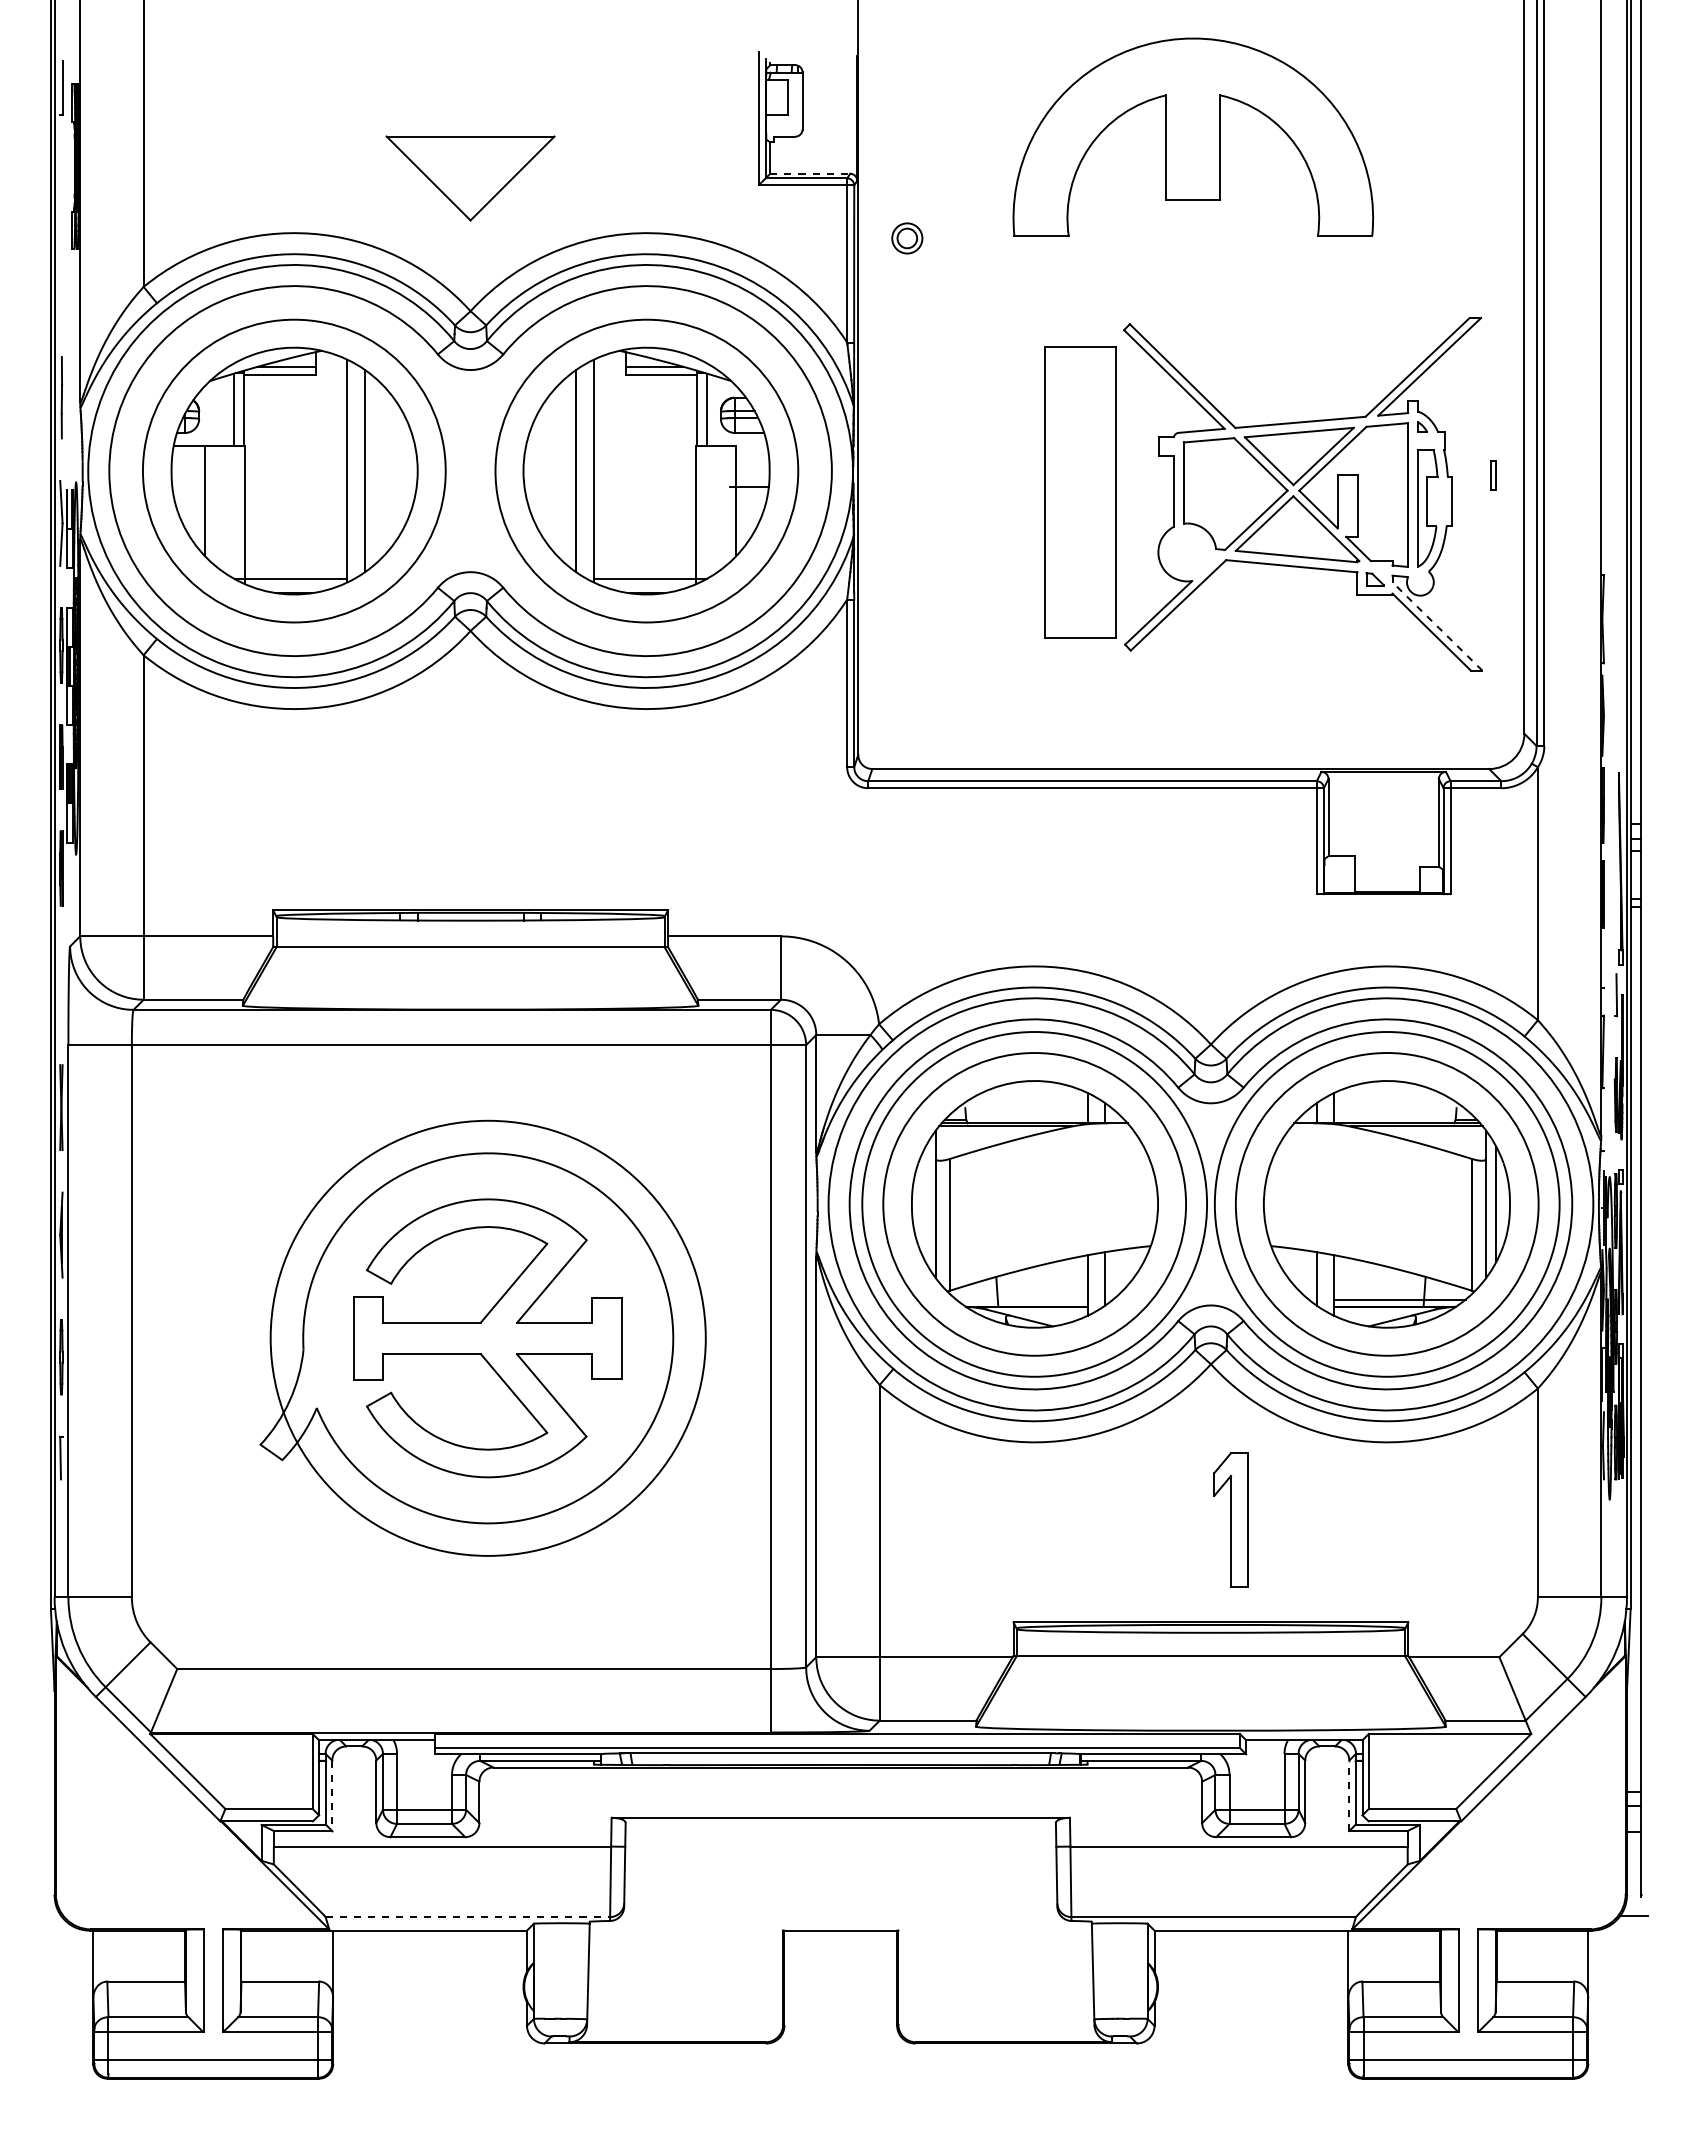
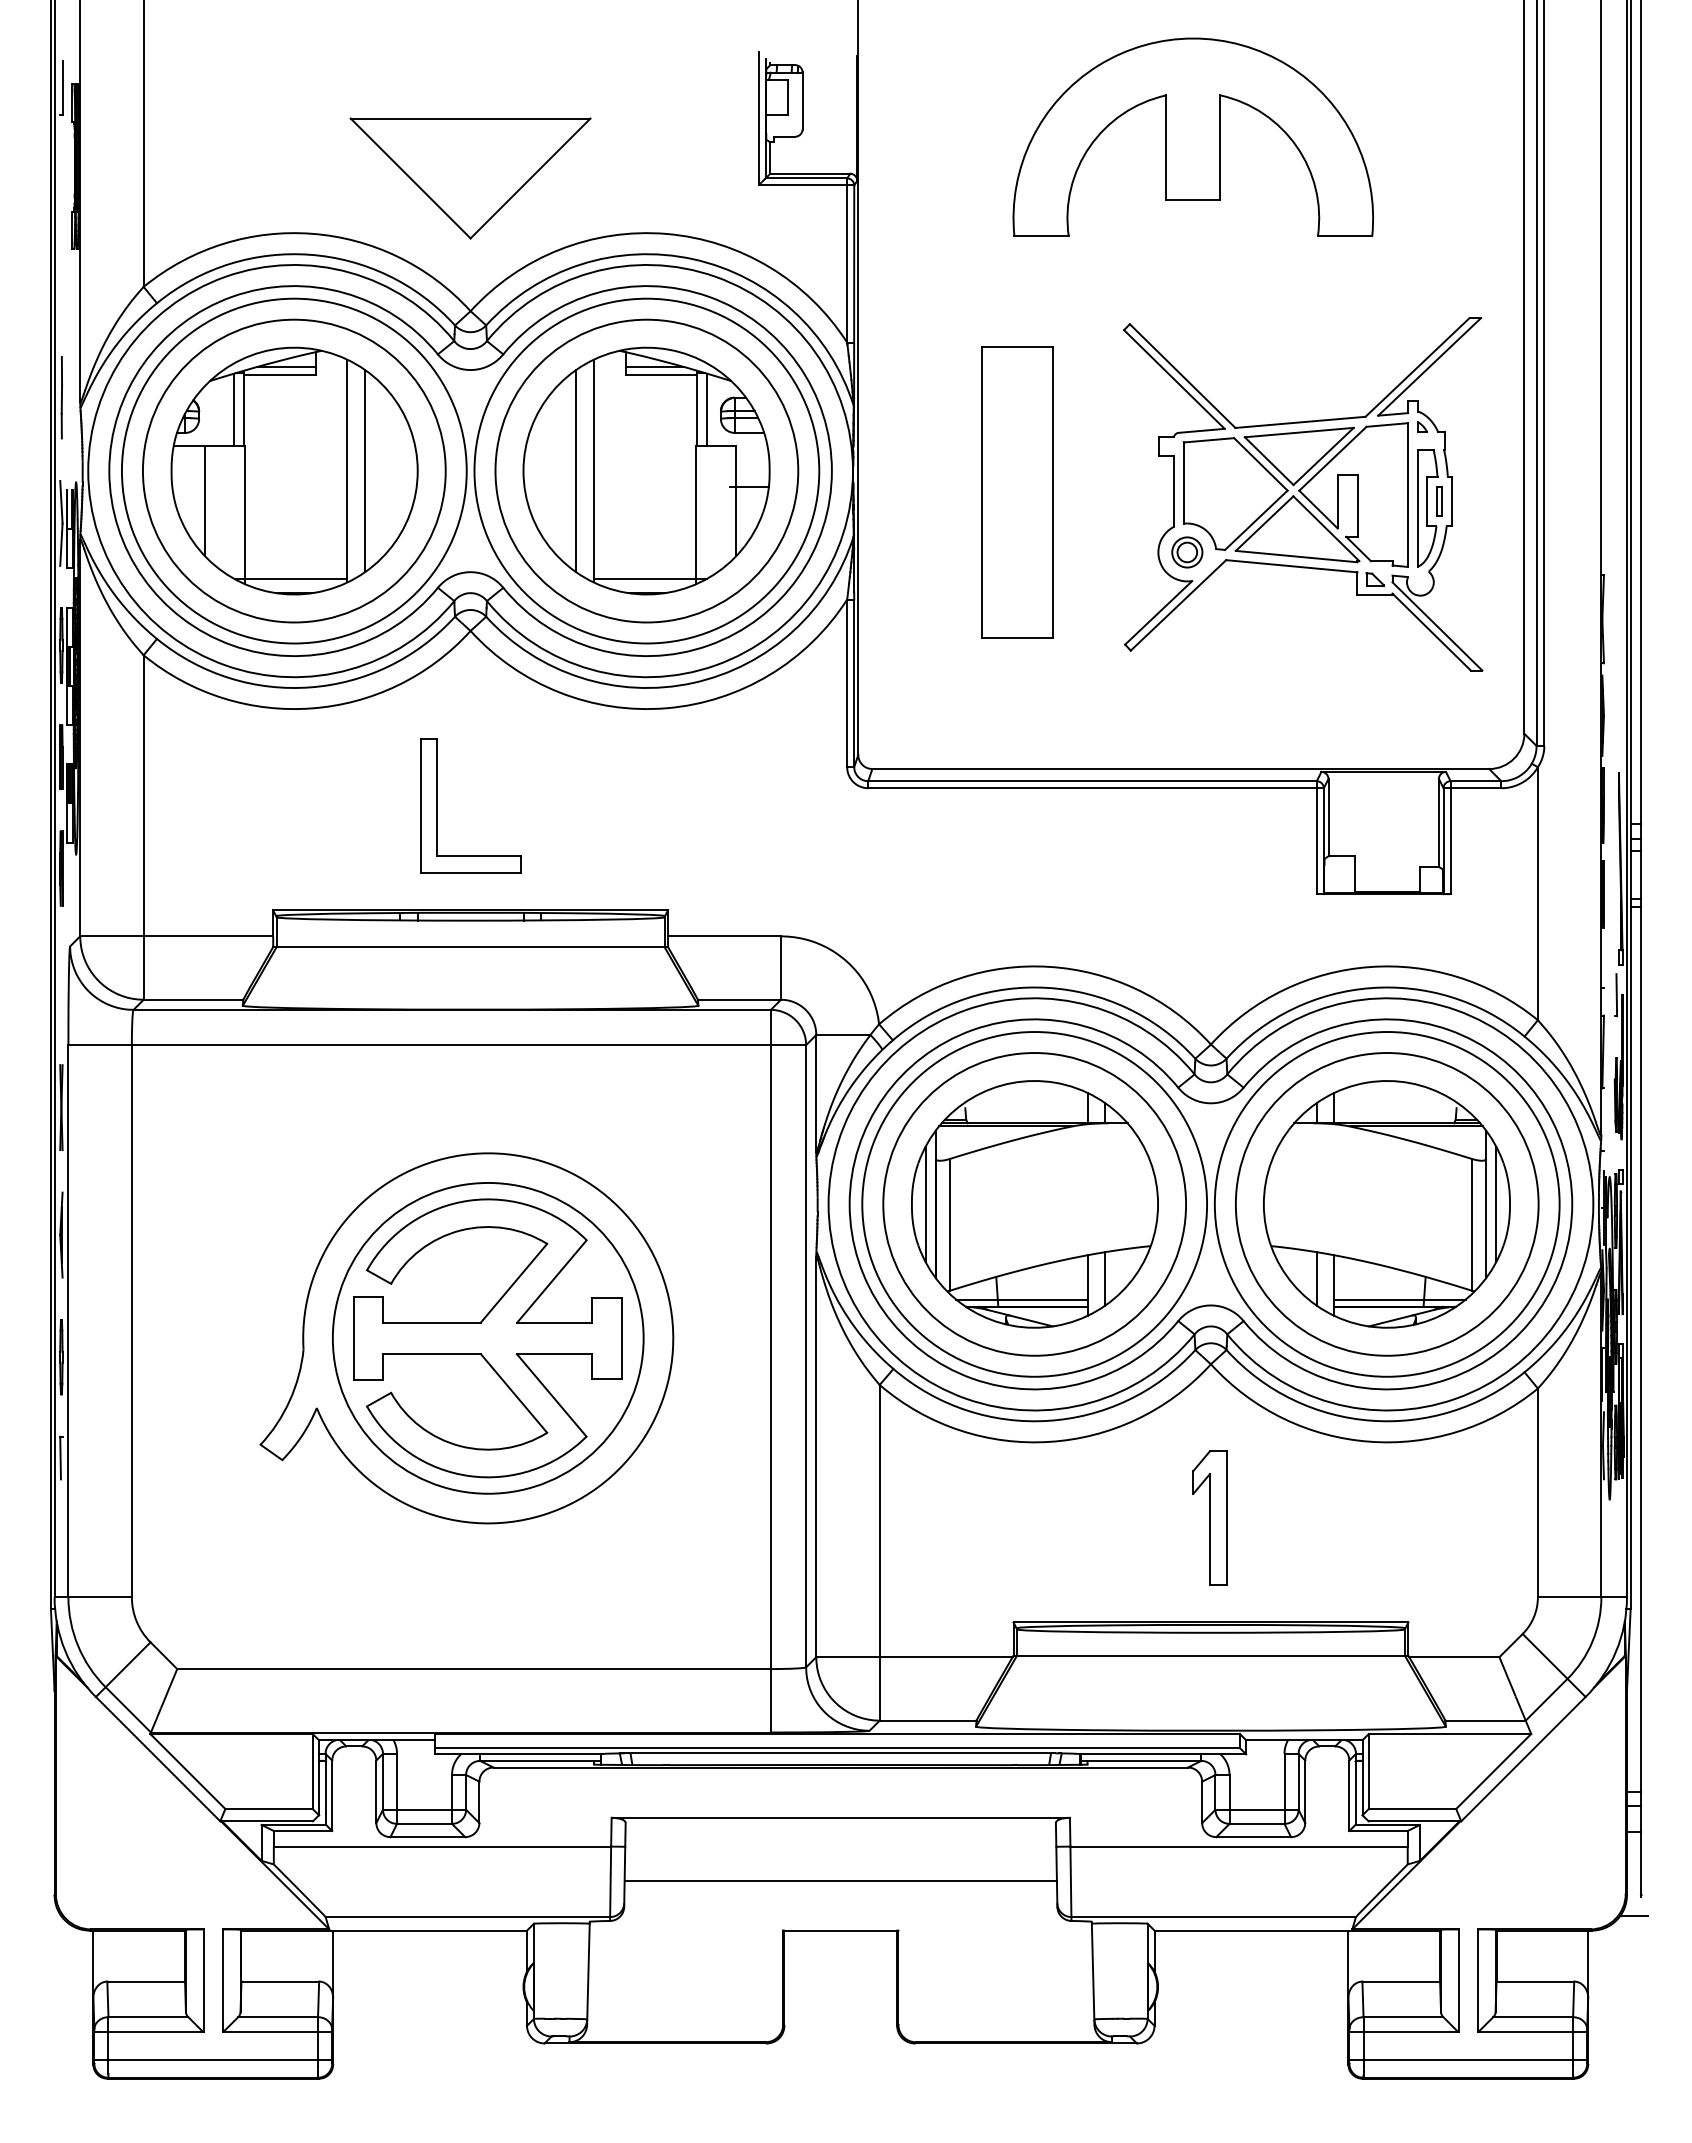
line at (810, 173): dashed -> solid
part at (470, 178) size: 171x87 px -> 243x123 px
part at (907, 238) position: (907, 238) -> (1187, 552)
part at (470, 470): none -> present
part at (1493, 475) position: (1493, 475) -> (1439, 501)
part at (1080, 492) position: (1080, 492) -> (1017, 492)
line at (1437, 626): dashed -> solid
part at (437, 805): none -> present
line at (925, 1203): none -> present
line at (1021, 1299): none -> present
circle at (487, 1337) diameter: 435 px -> 311 px
part at (1230, 1519) position: (1230, 1519) -> (1209, 1517)
line at (1349, 1795): dashed -> solid
line at (332, 1796): dashed -> solid
line at (840, 1881): none -> present
line at (468, 1917): dashed -> solid
